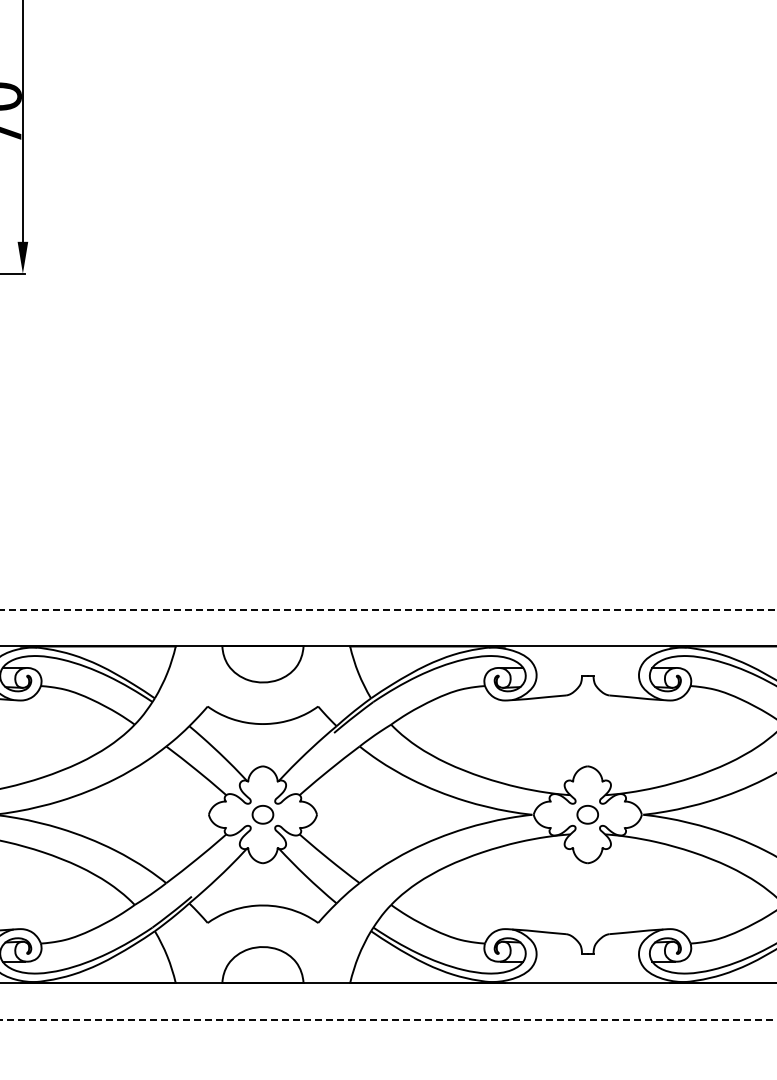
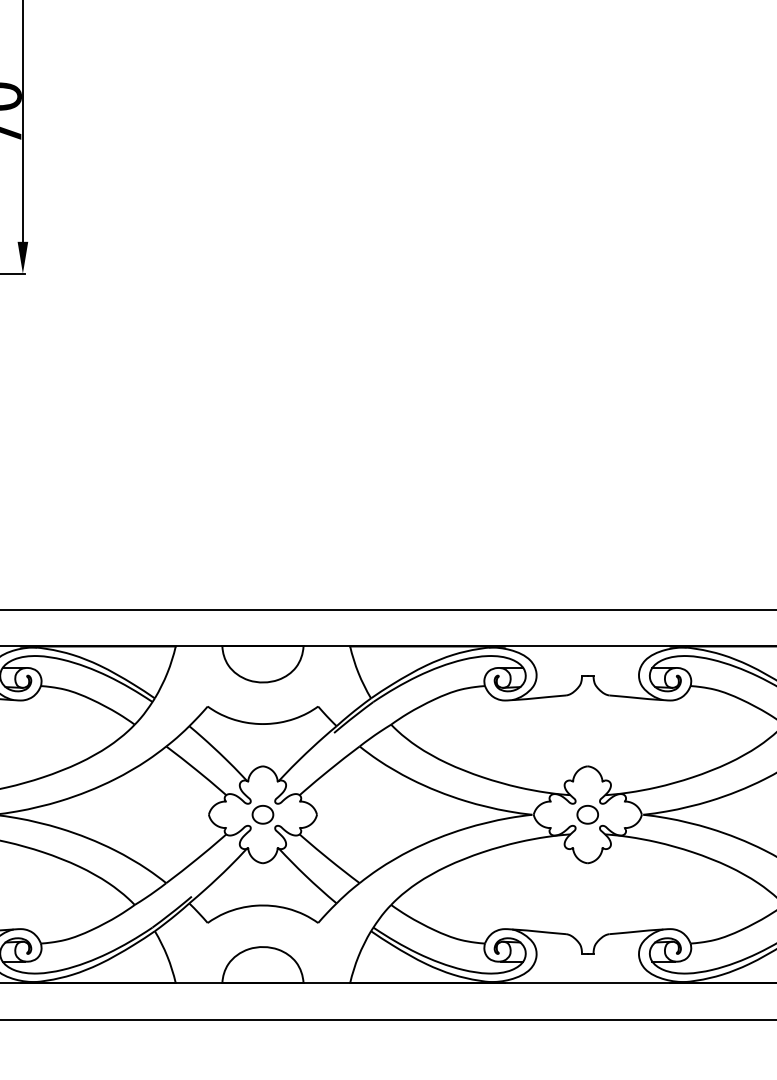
line at (388, 610): dashed -> solid
line at (388, 1019): dashed -> solid
